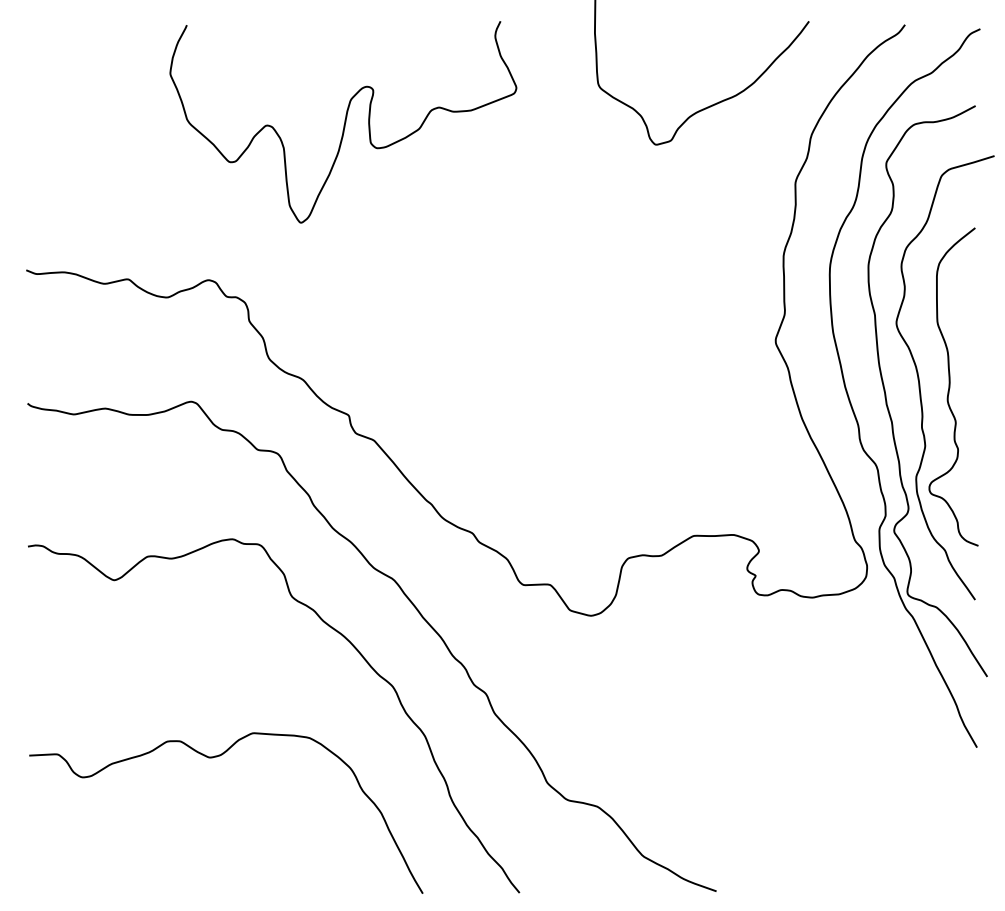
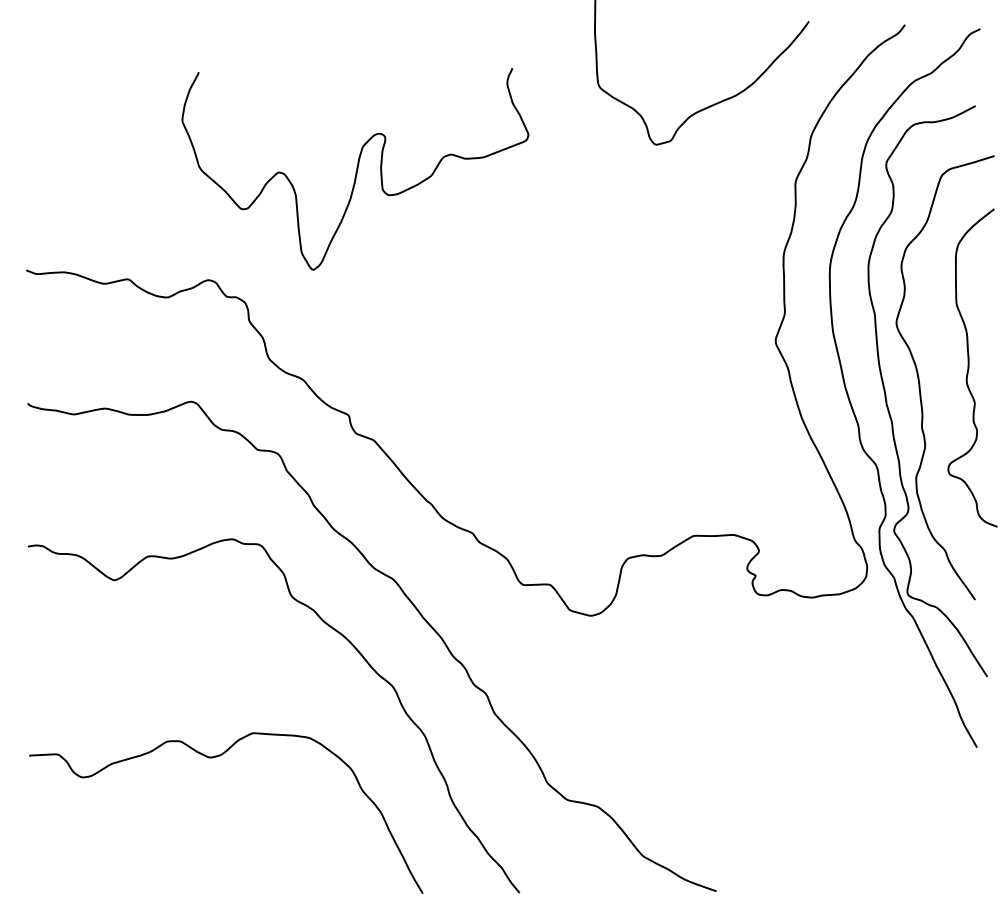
curve at (344, 122) position: (344, 122) -> (356, 169)
curve at (950, 386) position: (950, 386) -> (969, 367)
